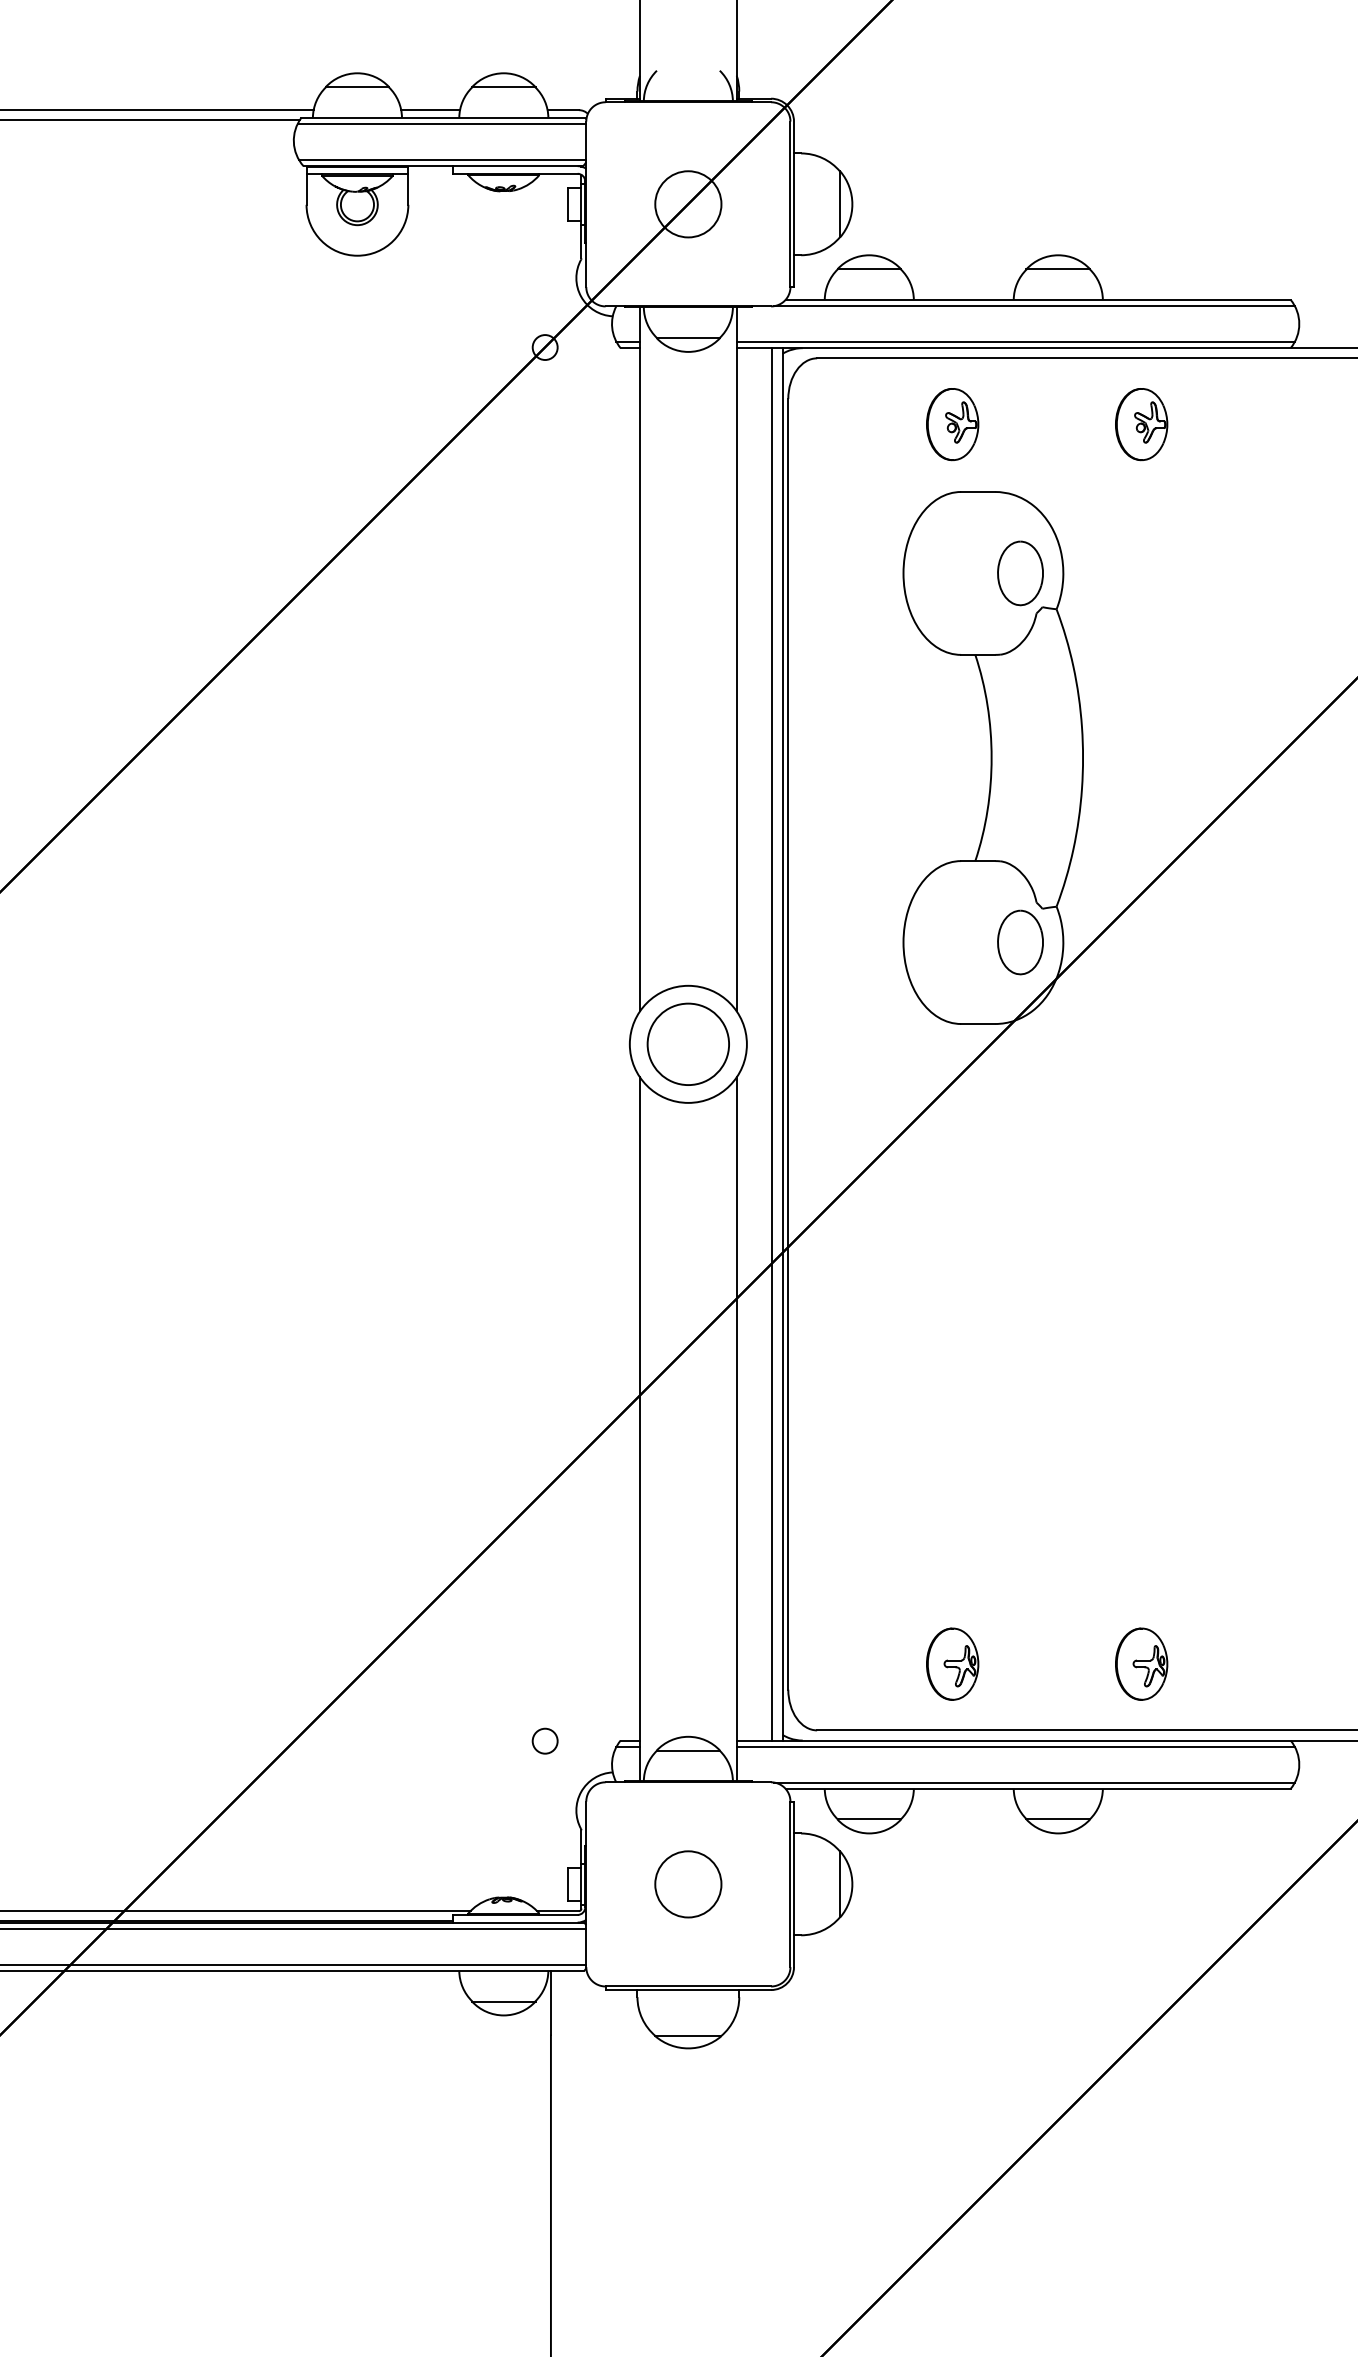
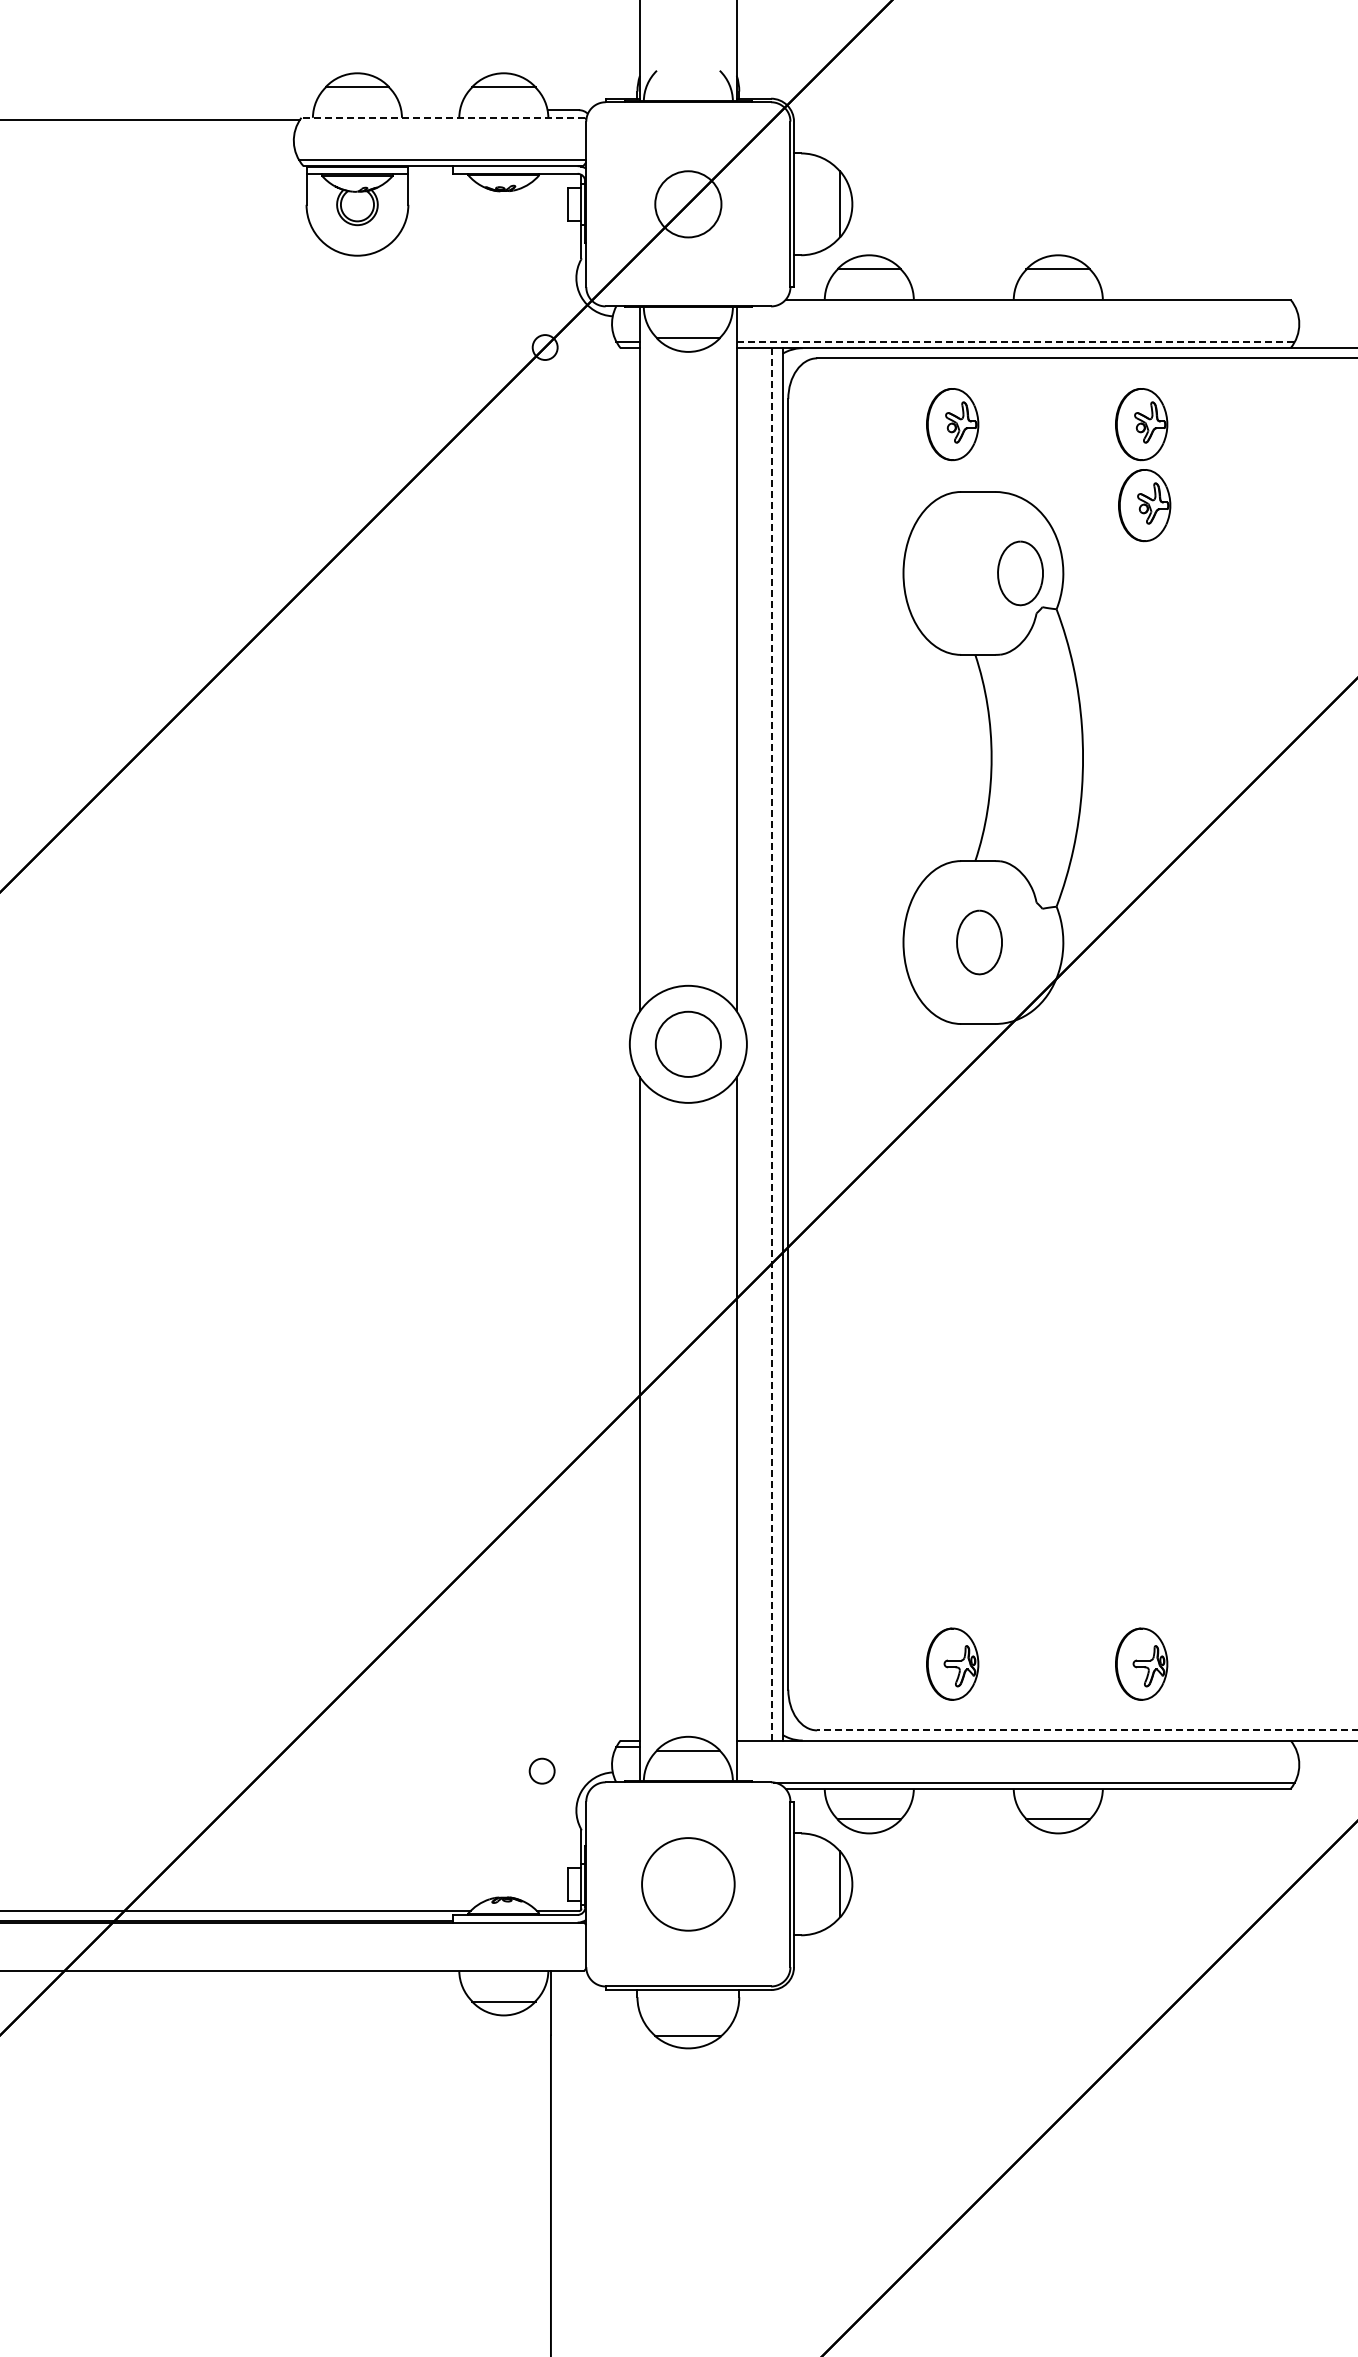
line at (157, 110): present -> none
line at (430, 110): present -> none
line at (443, 117): solid -> dashed
line at (441, 124): present -> none
line at (1034, 306): present -> none
line at (1016, 341): solid -> dashed
part at (1144, 505): none -> present
part at (1020, 942) position: (1020, 942) -> (979, 942)
line at (772, 1043): solid -> dashed
circle at (688, 1044) diameter: 81 px -> 65 px
line at (1086, 1730): solid -> dashed
circle at (544, 1740) position: (544, 1740) -> (541, 1770)
line at (1015, 1746): present -> none
circle at (688, 1884) diameter: 66 px -> 93 px
line at (294, 1928): present -> none
line at (294, 1964): present -> none
